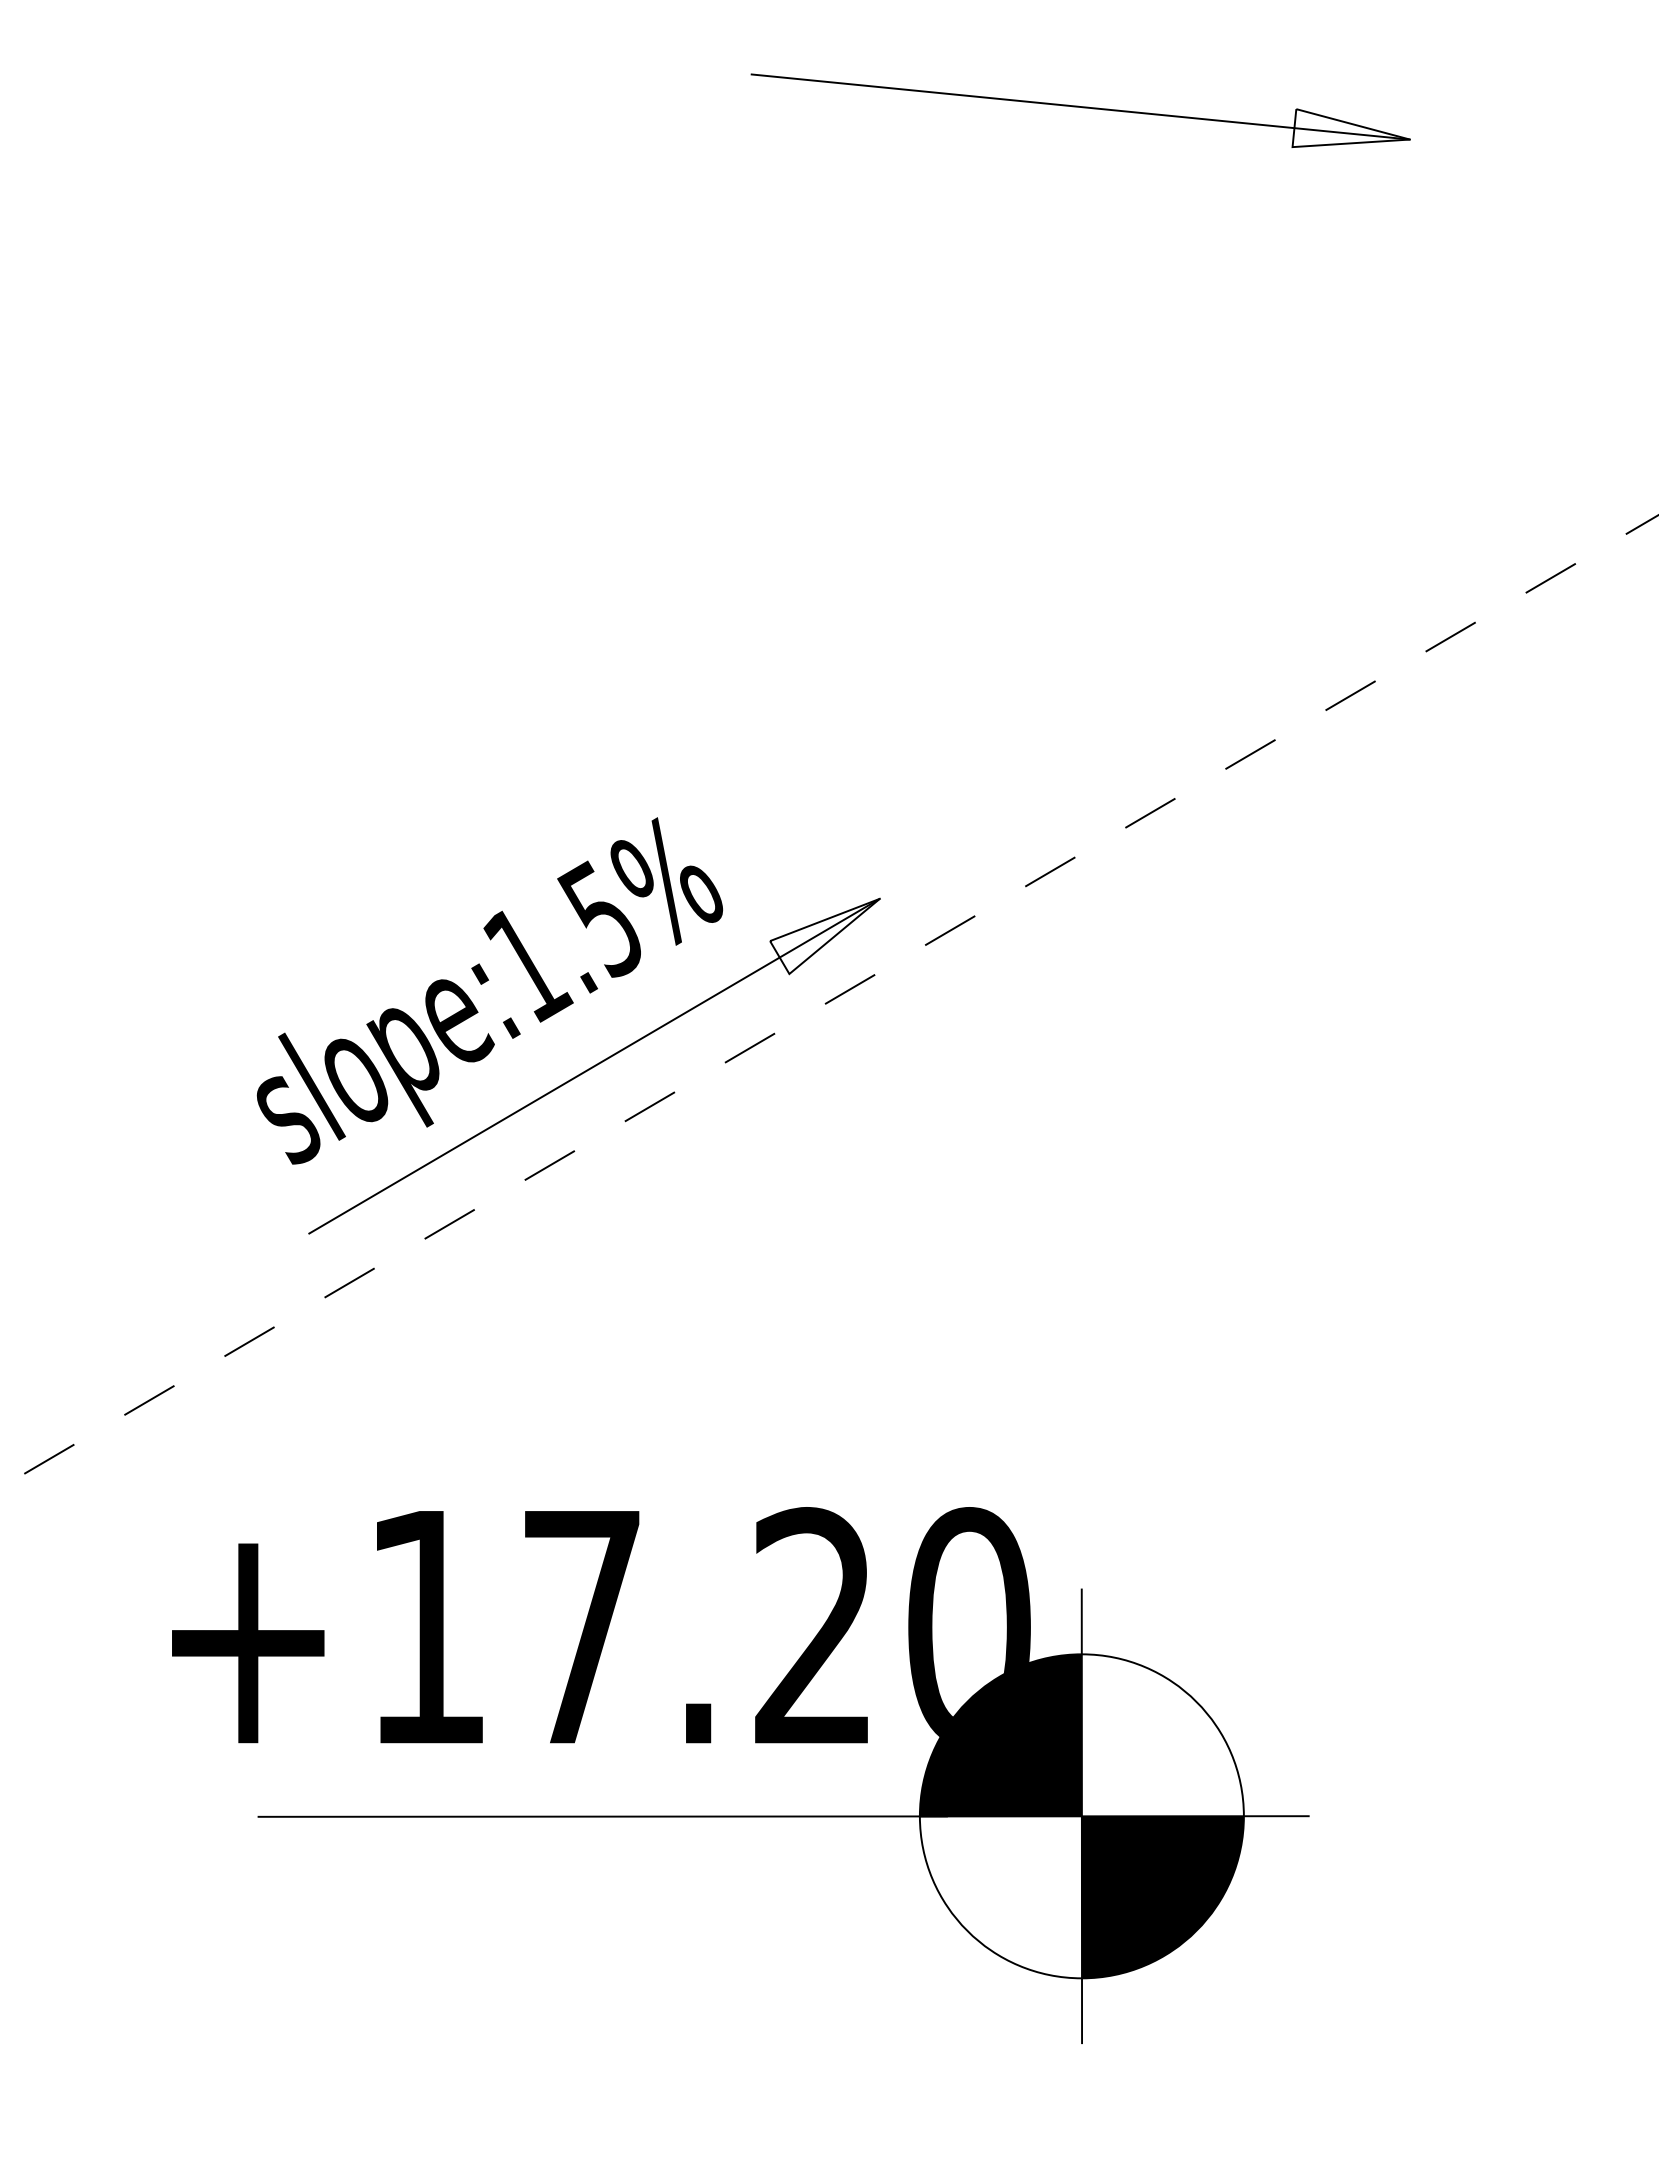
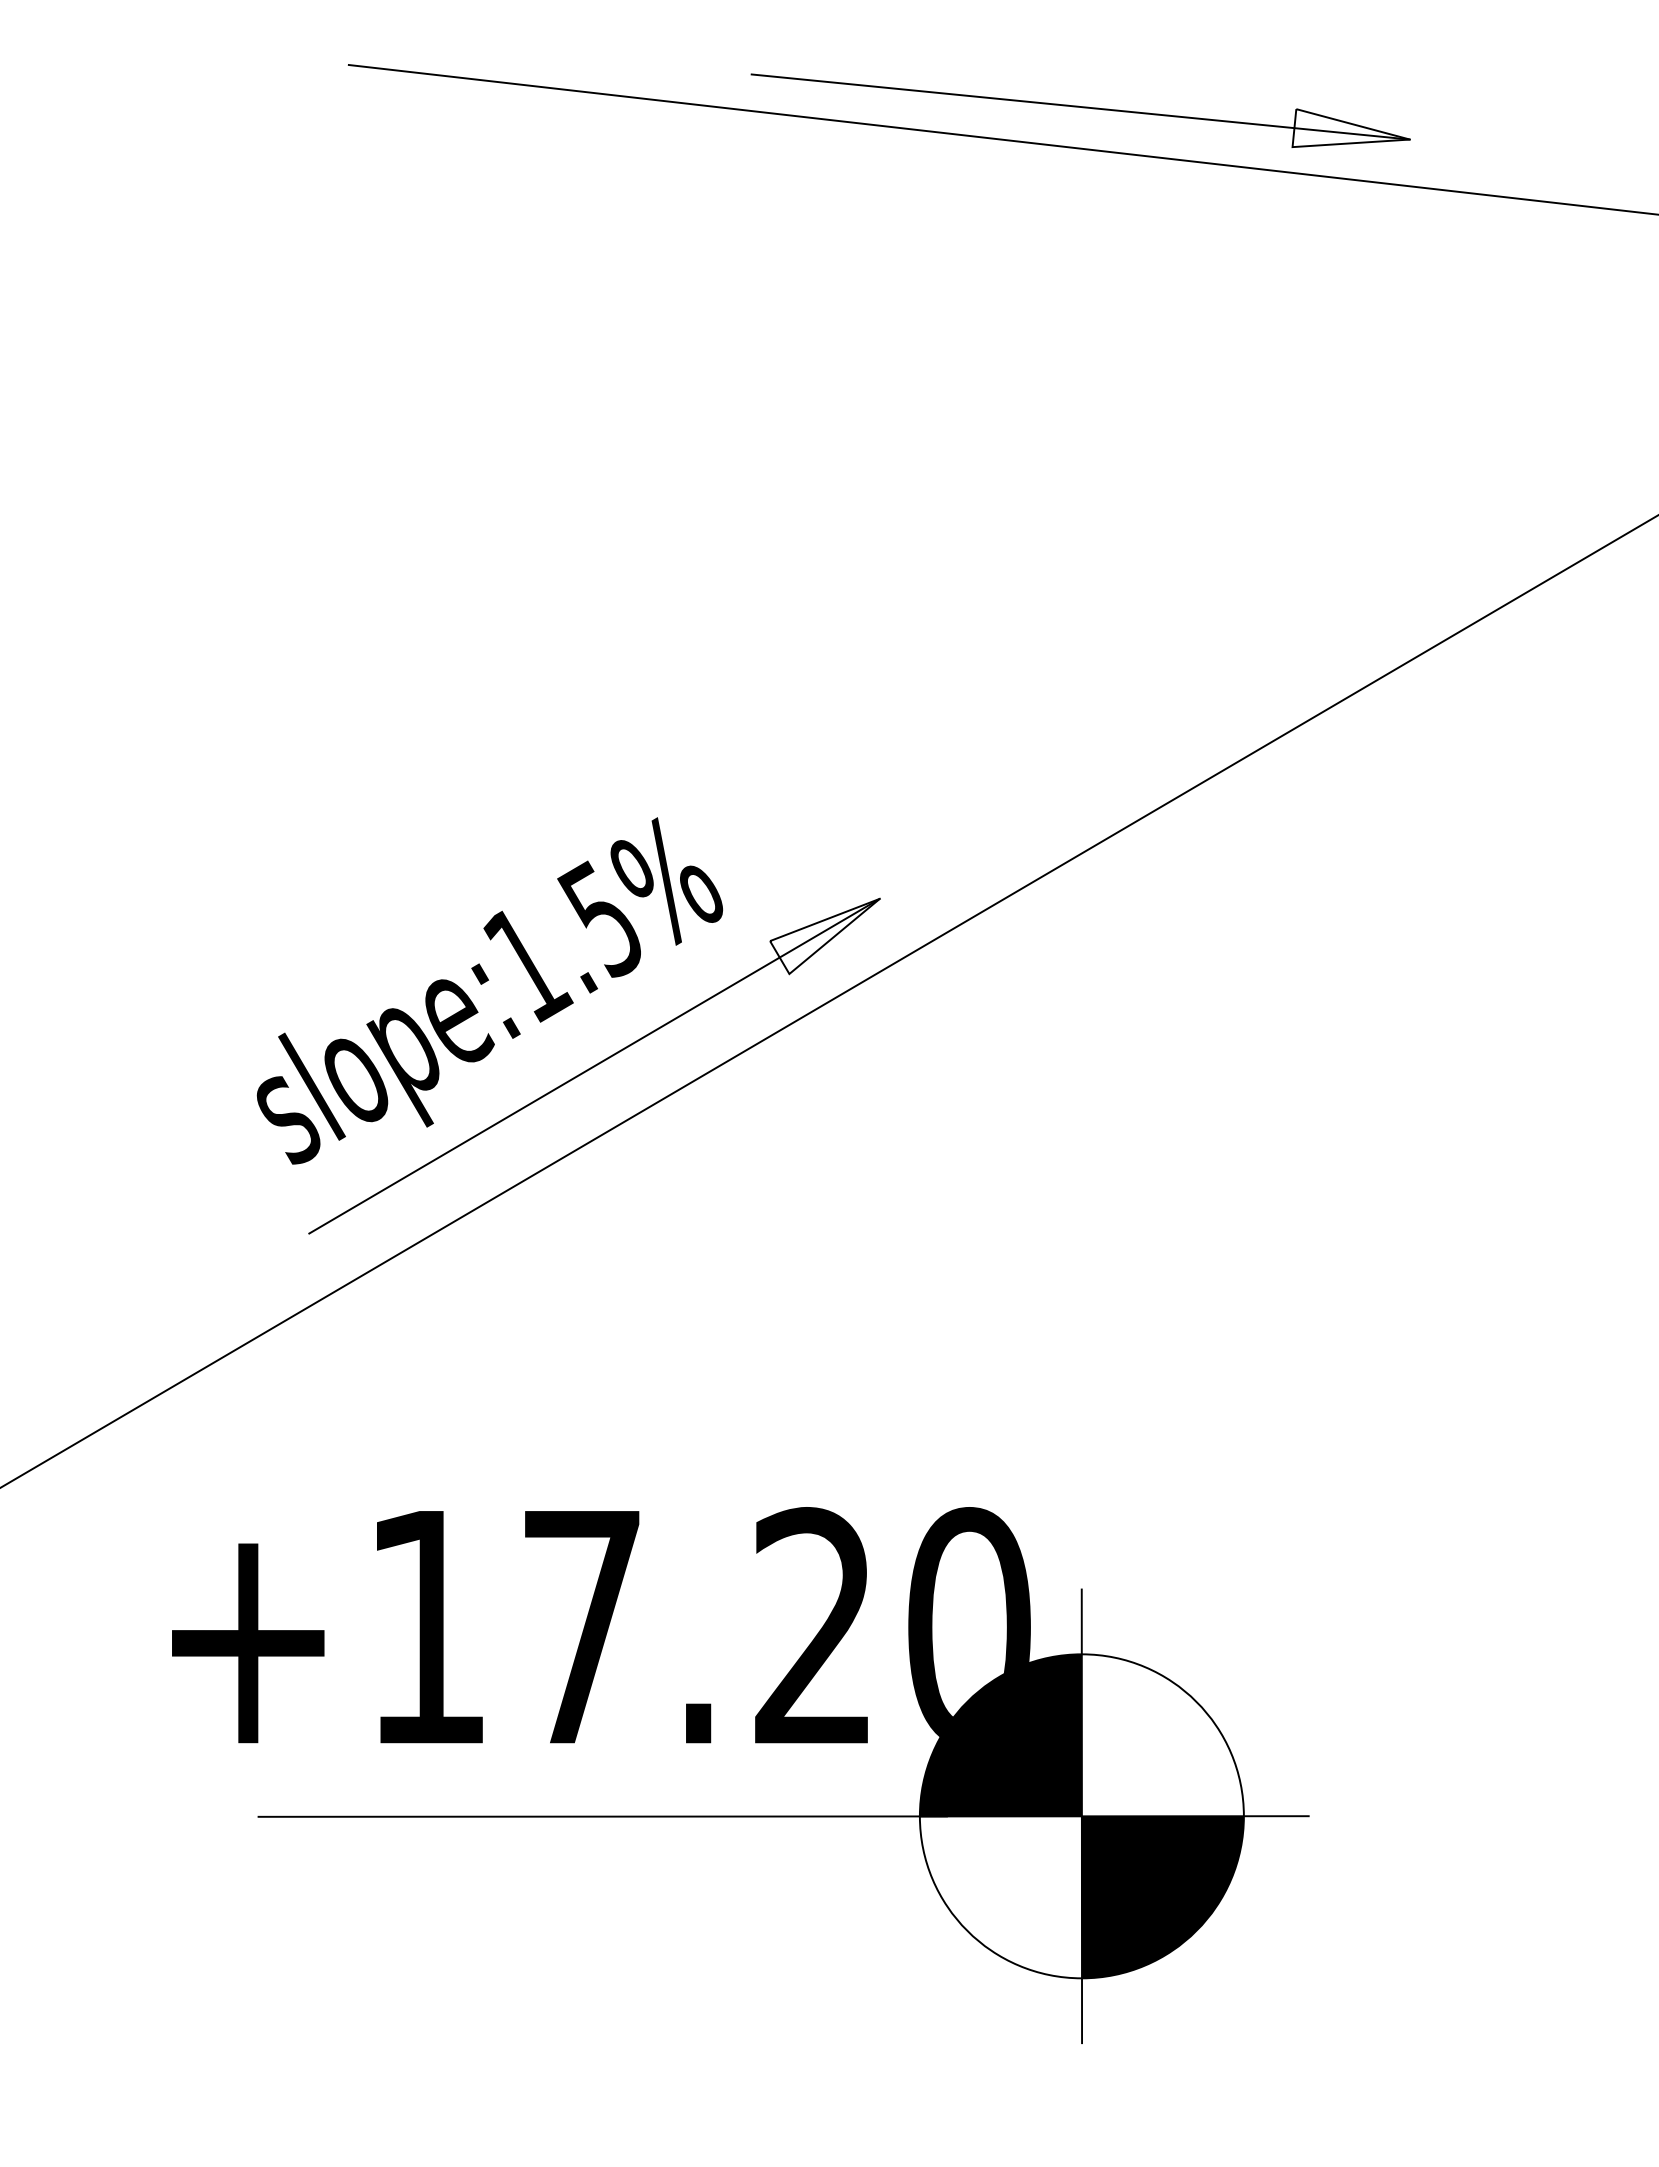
line at (1001, 139): none -> present
line at (829, 1001): dashed -> solid
